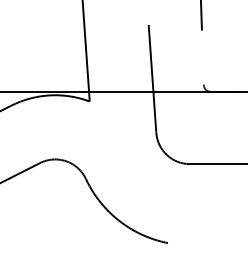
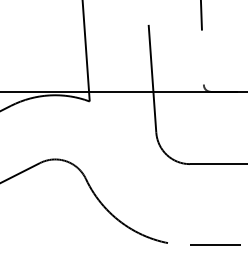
line at (215, 244): none -> present
